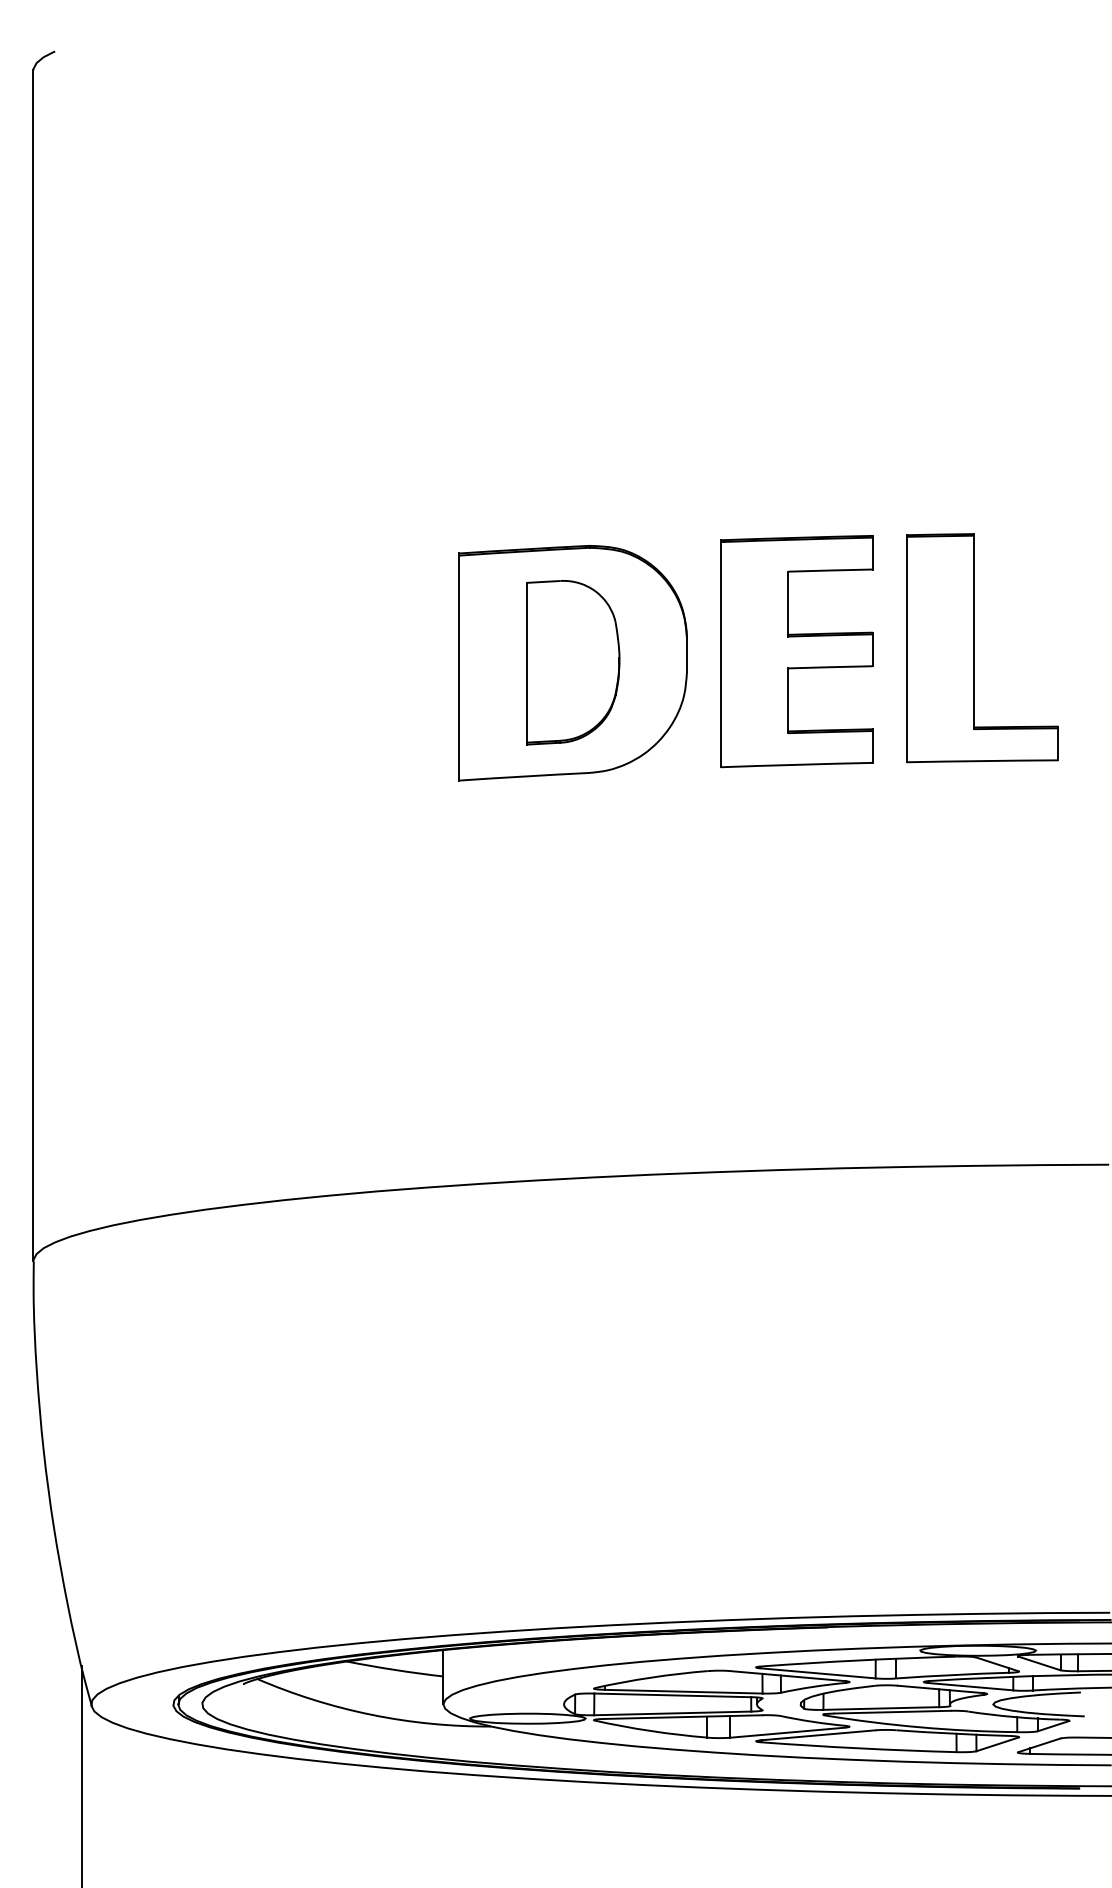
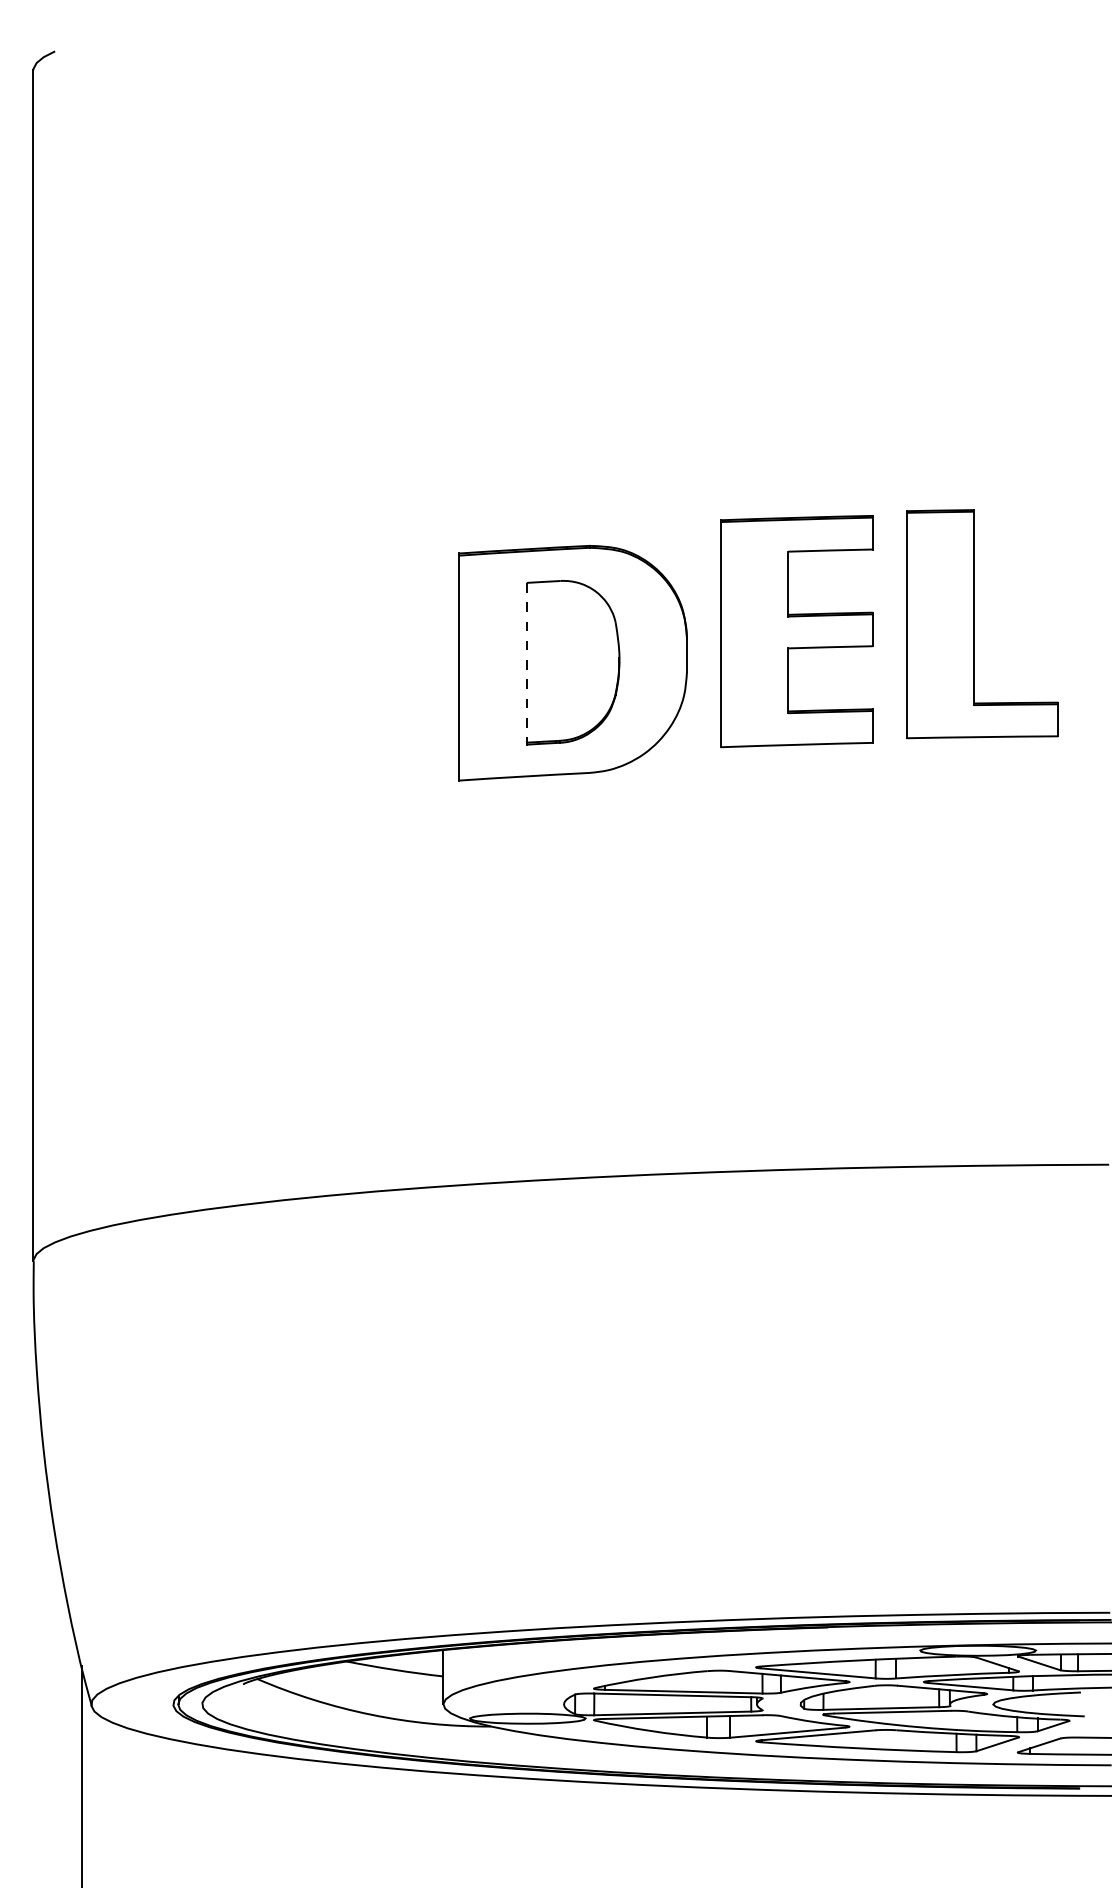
part at (974, 648) position: (974, 648) -> (974, 624)
part at (796, 651) position: (796, 651) -> (796, 631)
line at (526, 662): solid -> dashed
